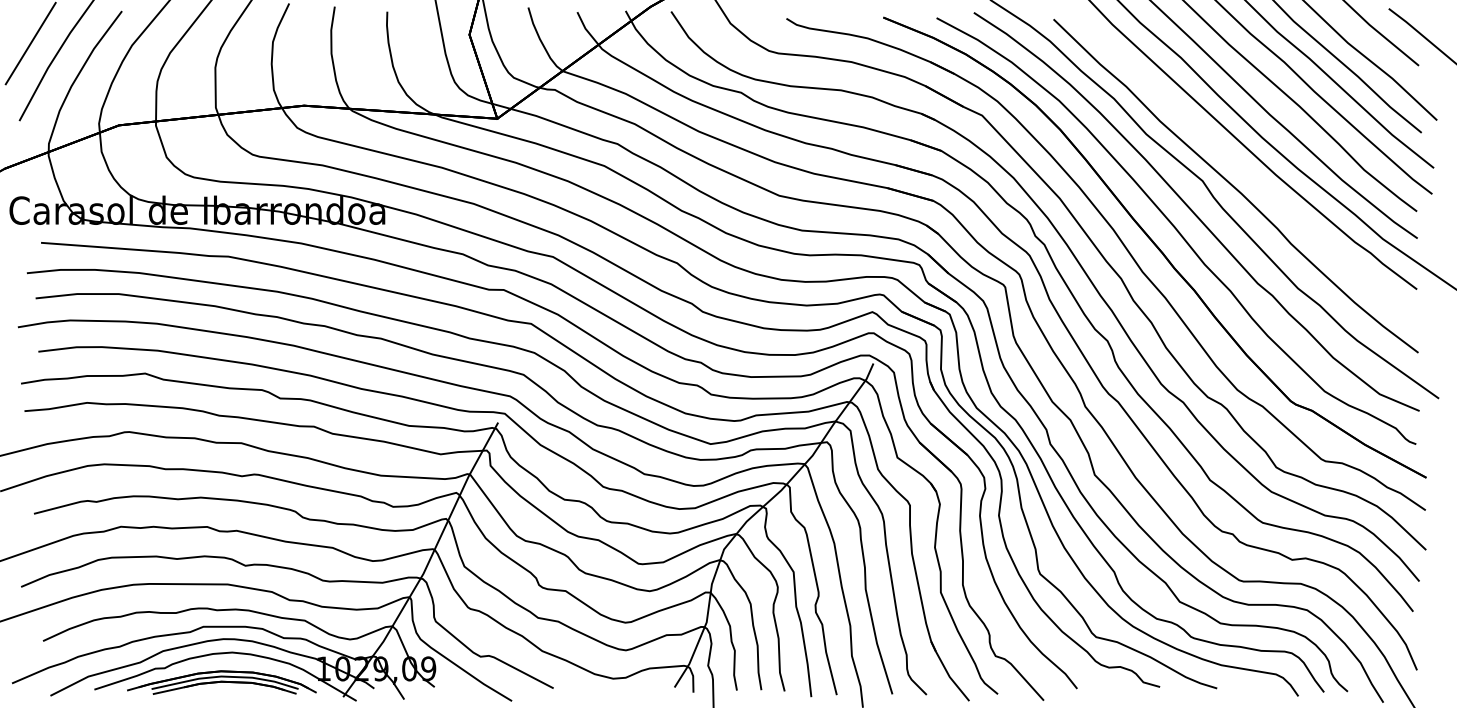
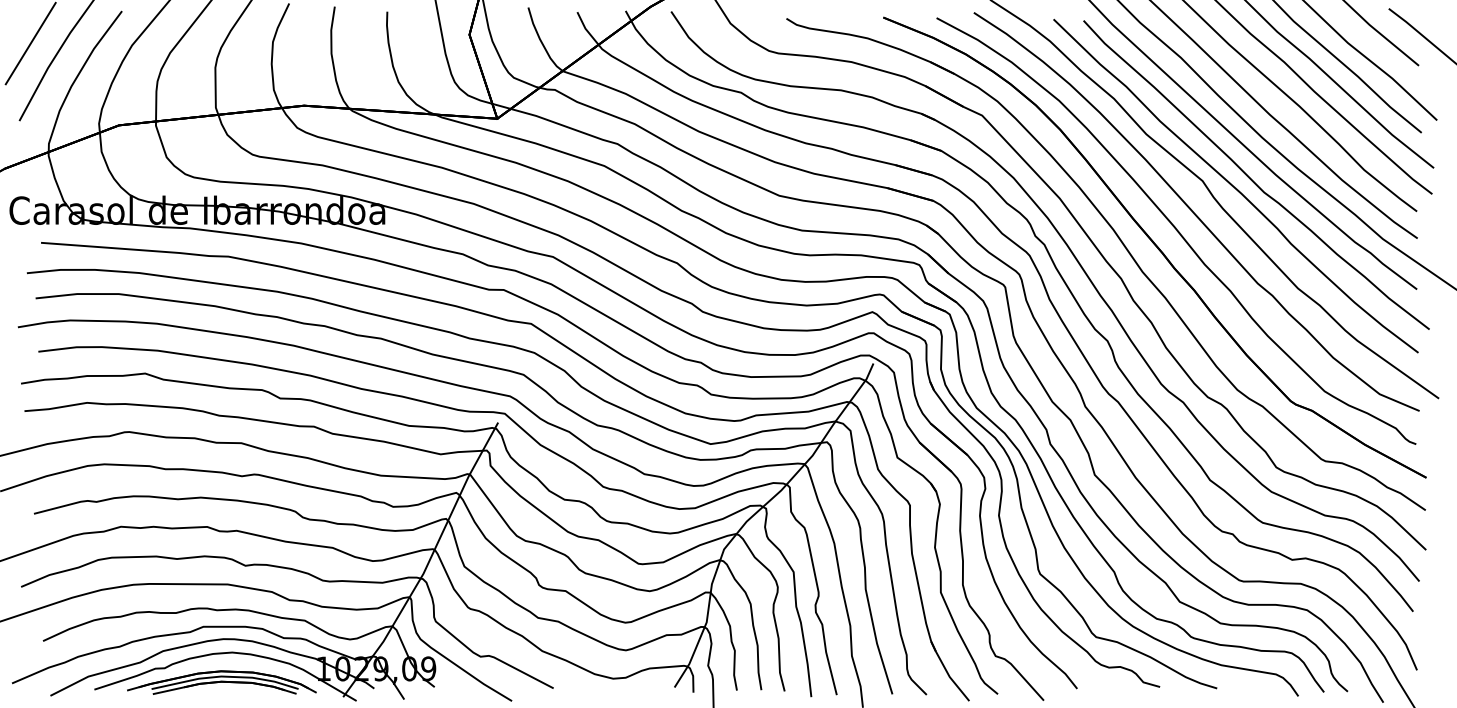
part at (1251, 178): none -> present
